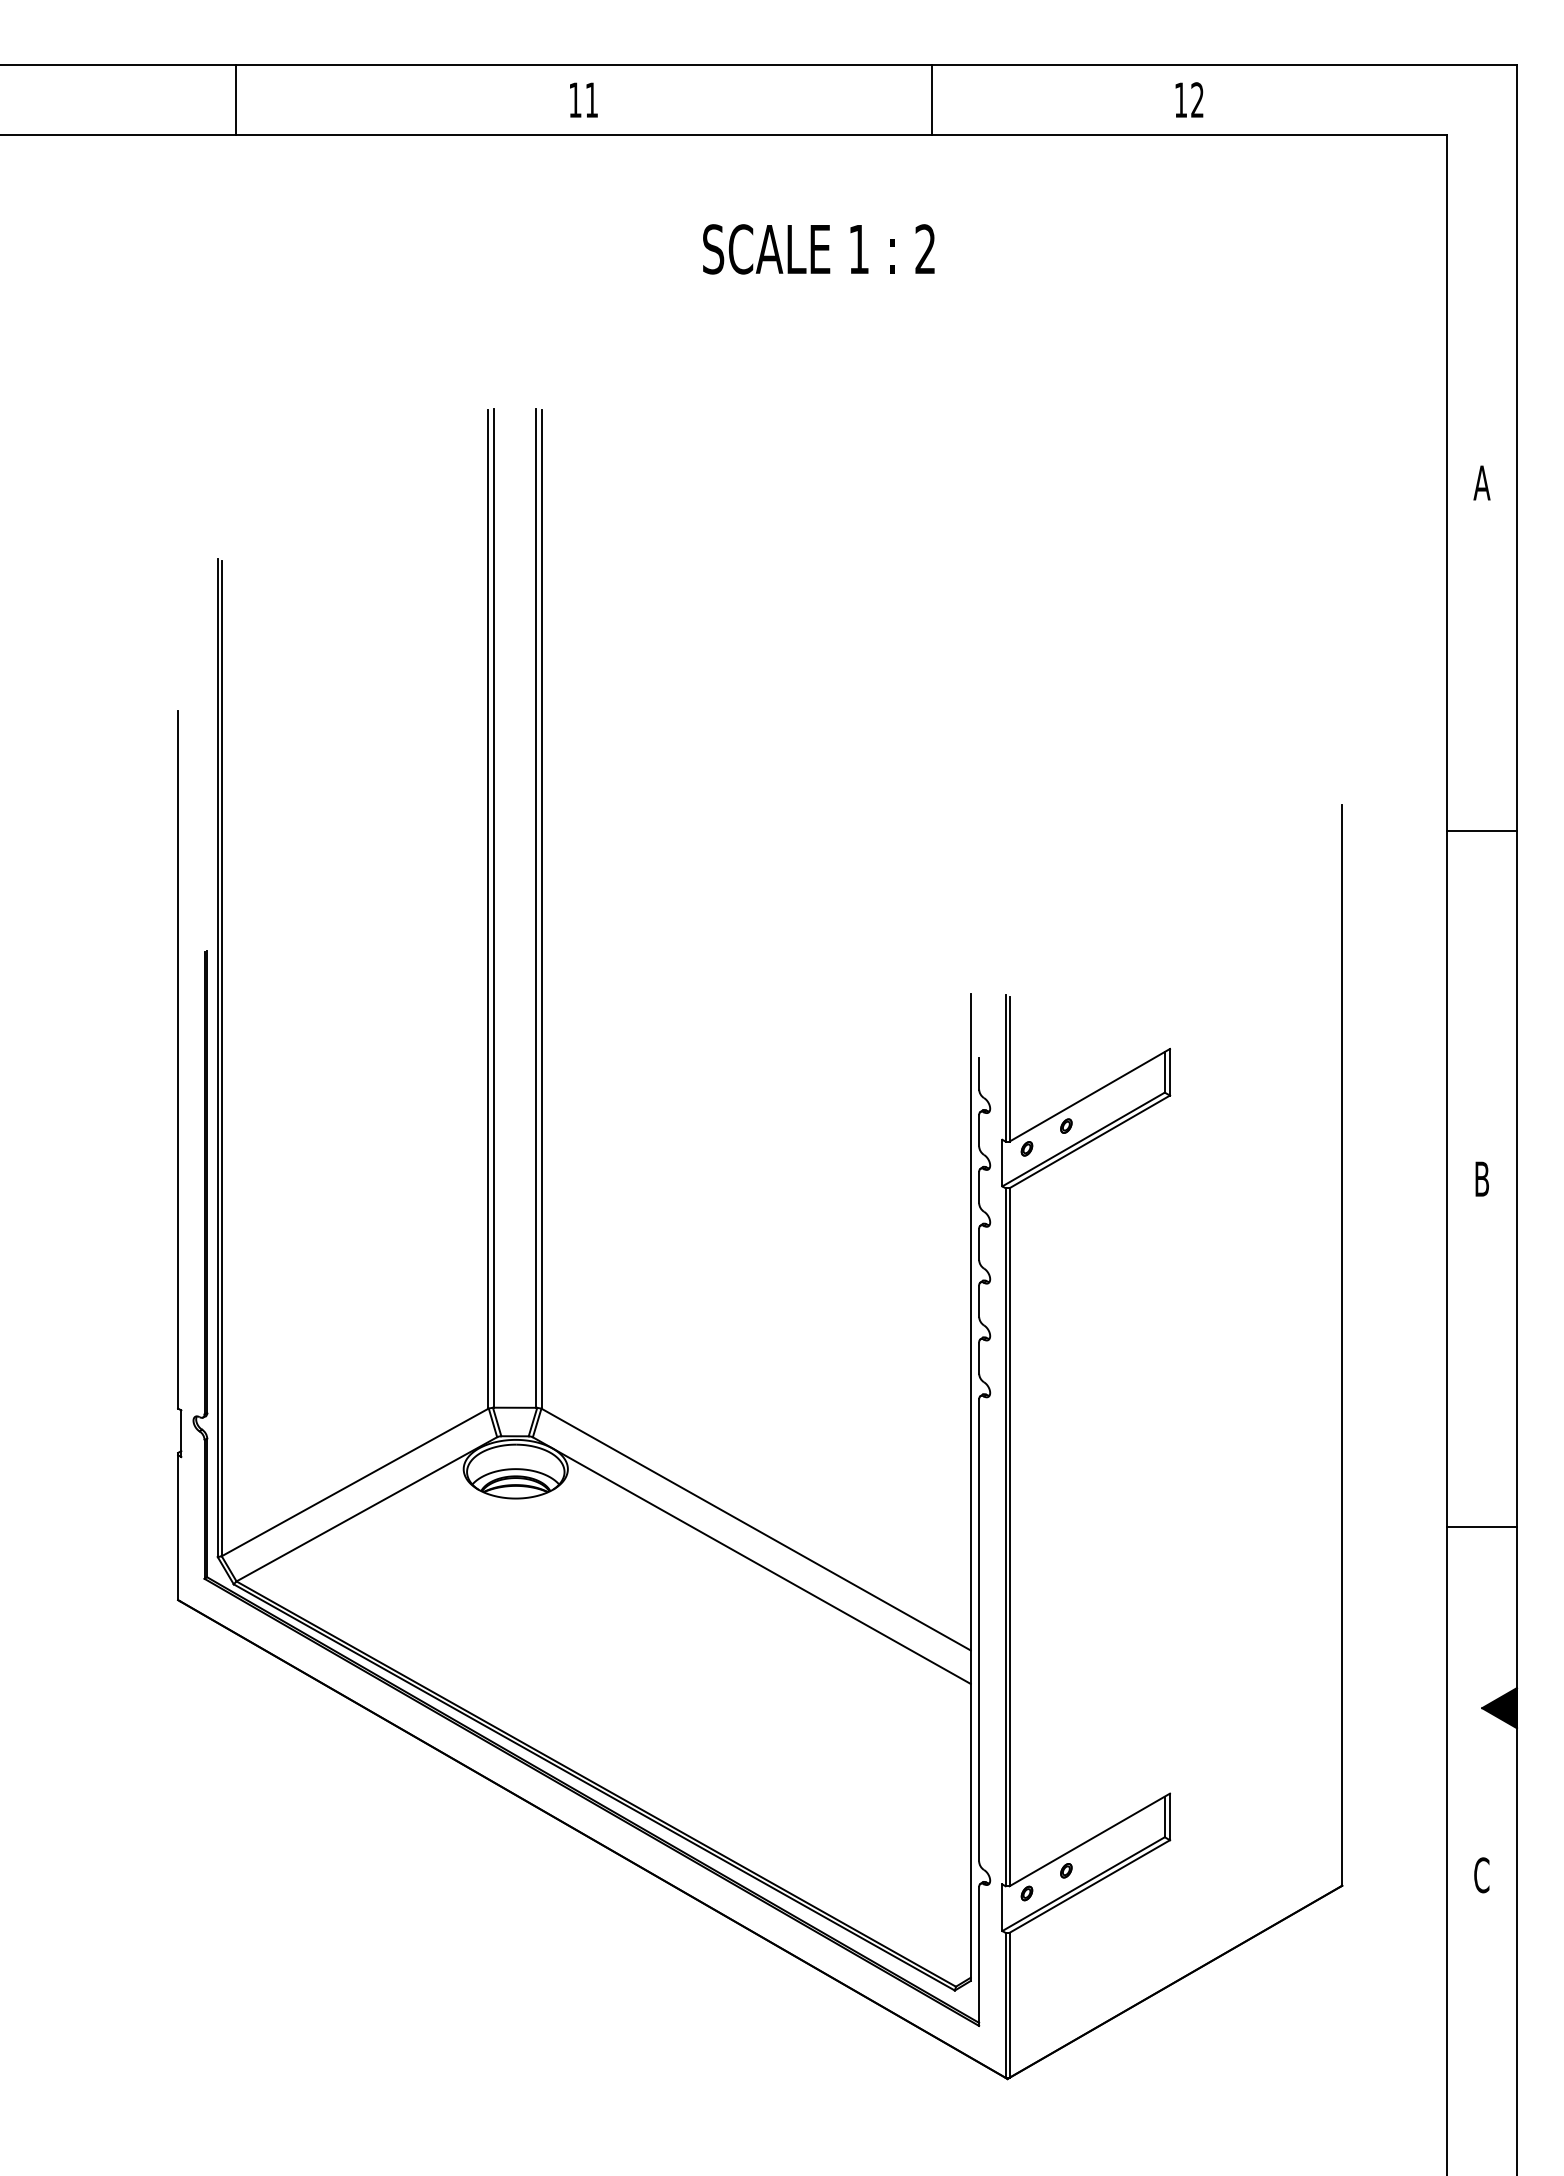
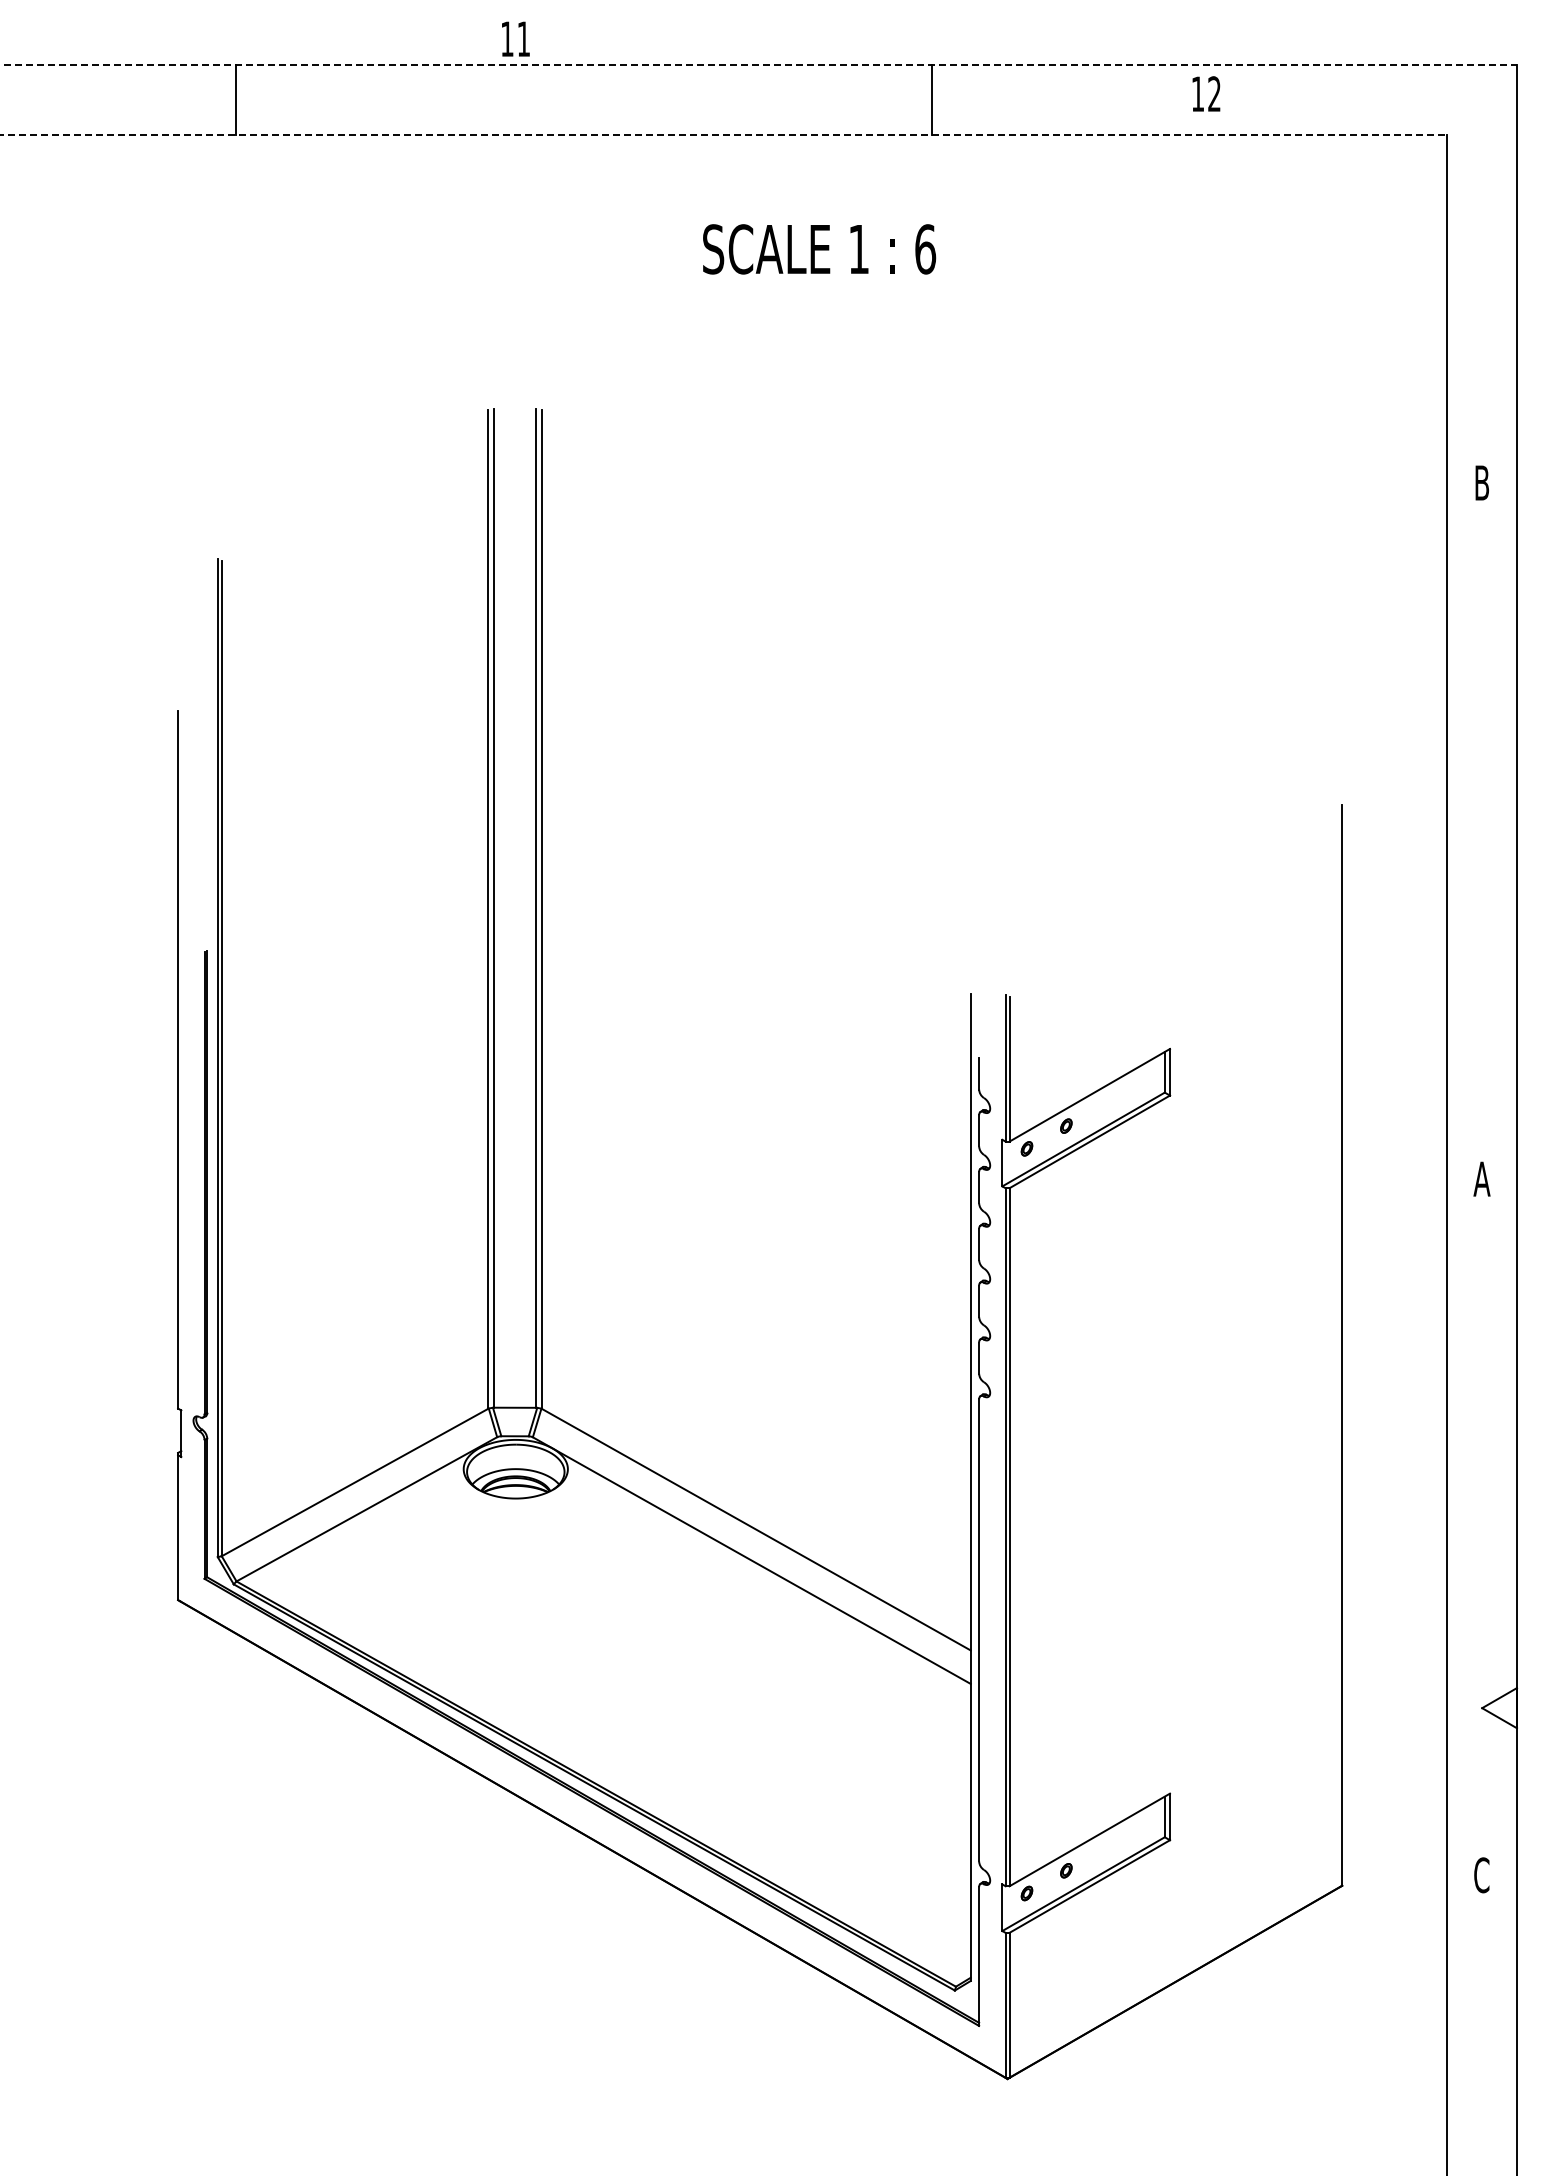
line at (758, 65): solid -> dashed
text at (583, 99) position: (583, 99) -> (515, 38)
text at (1189, 99) position: (1189, 99) -> (1206, 93)
line at (724, 134): solid -> dashed
text at (925, 249): 2 -> 6
text at (1481, 482): A -> B
line at (1481, 831): present -> none
text at (1481, 1178): B -> A
line at (1481, 1527): present -> none
fill at (1499, 1708): present -> none
